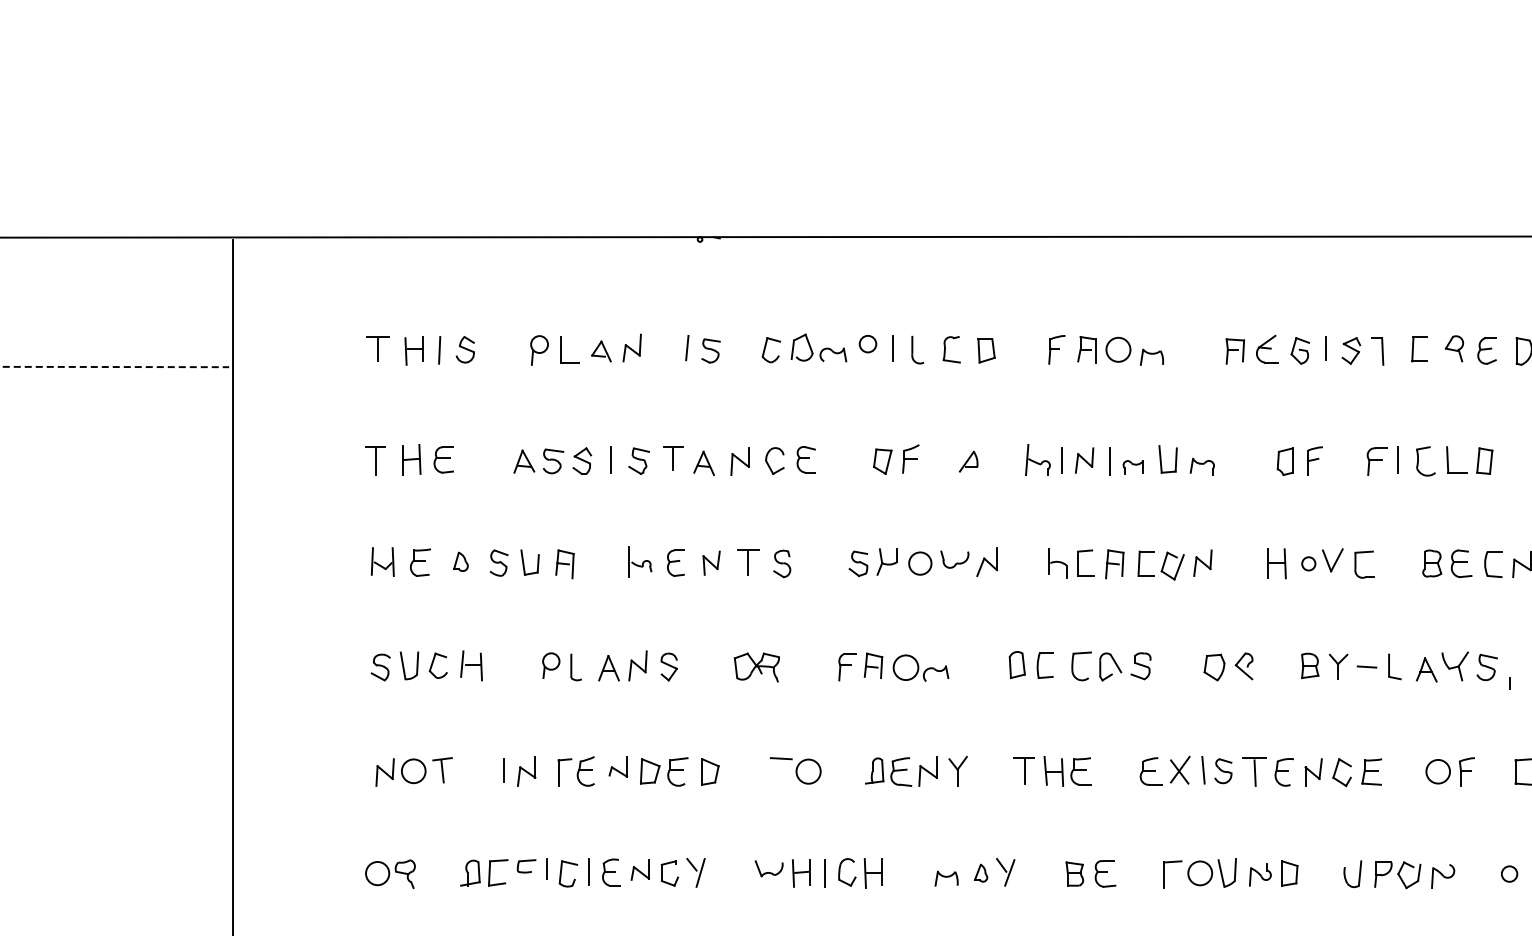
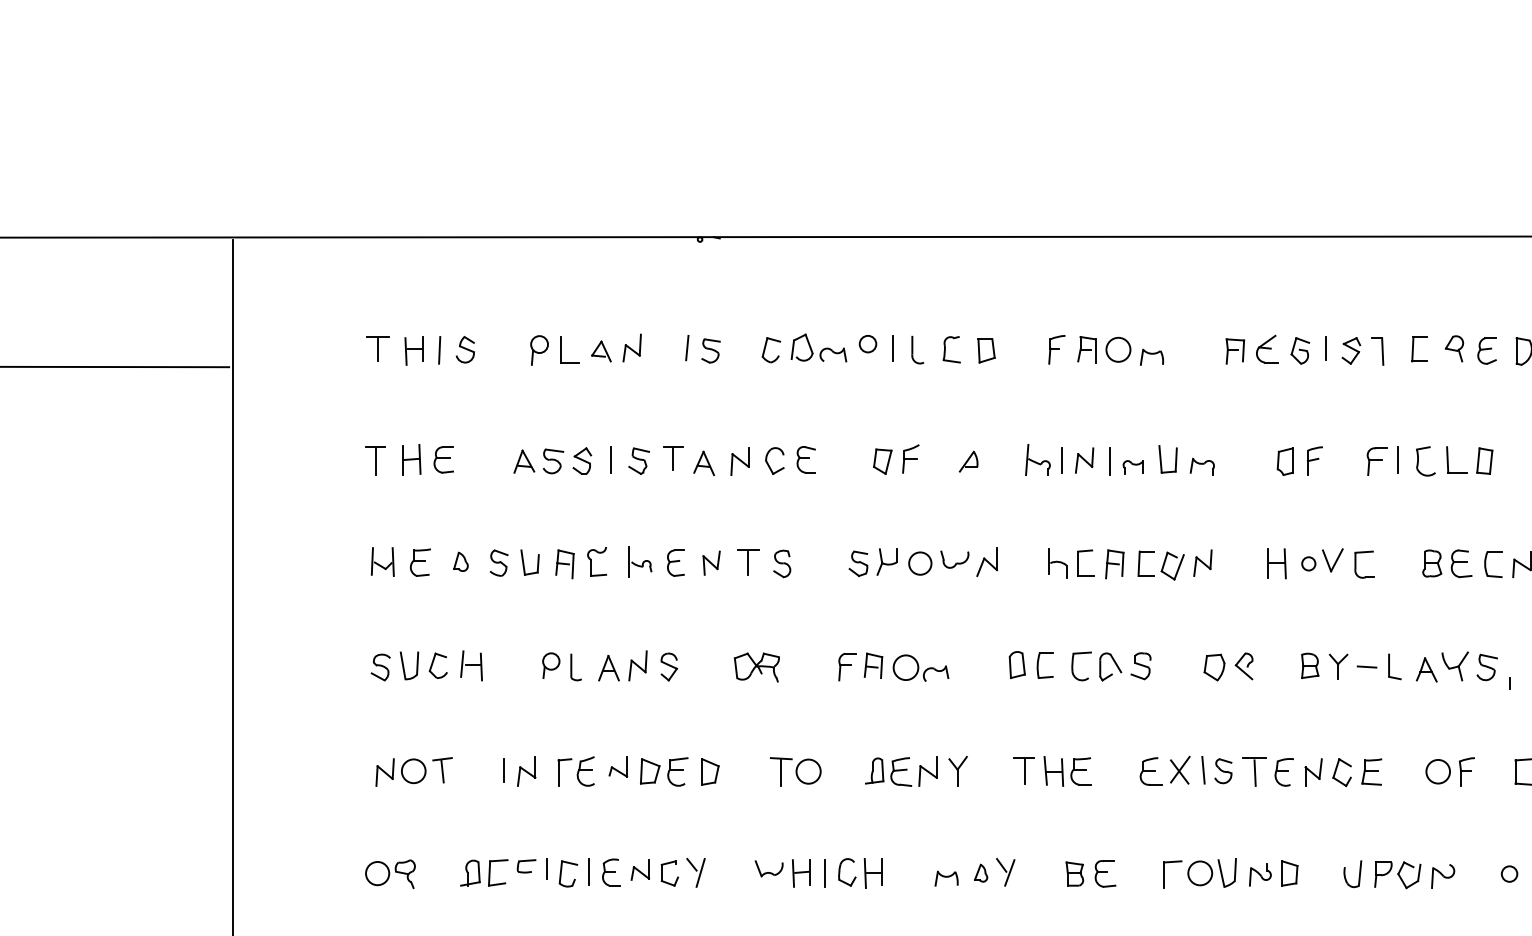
line at (115, 367): dashed -> solid
part at (596, 561): none -> present
line at (781, 772): none -> present
